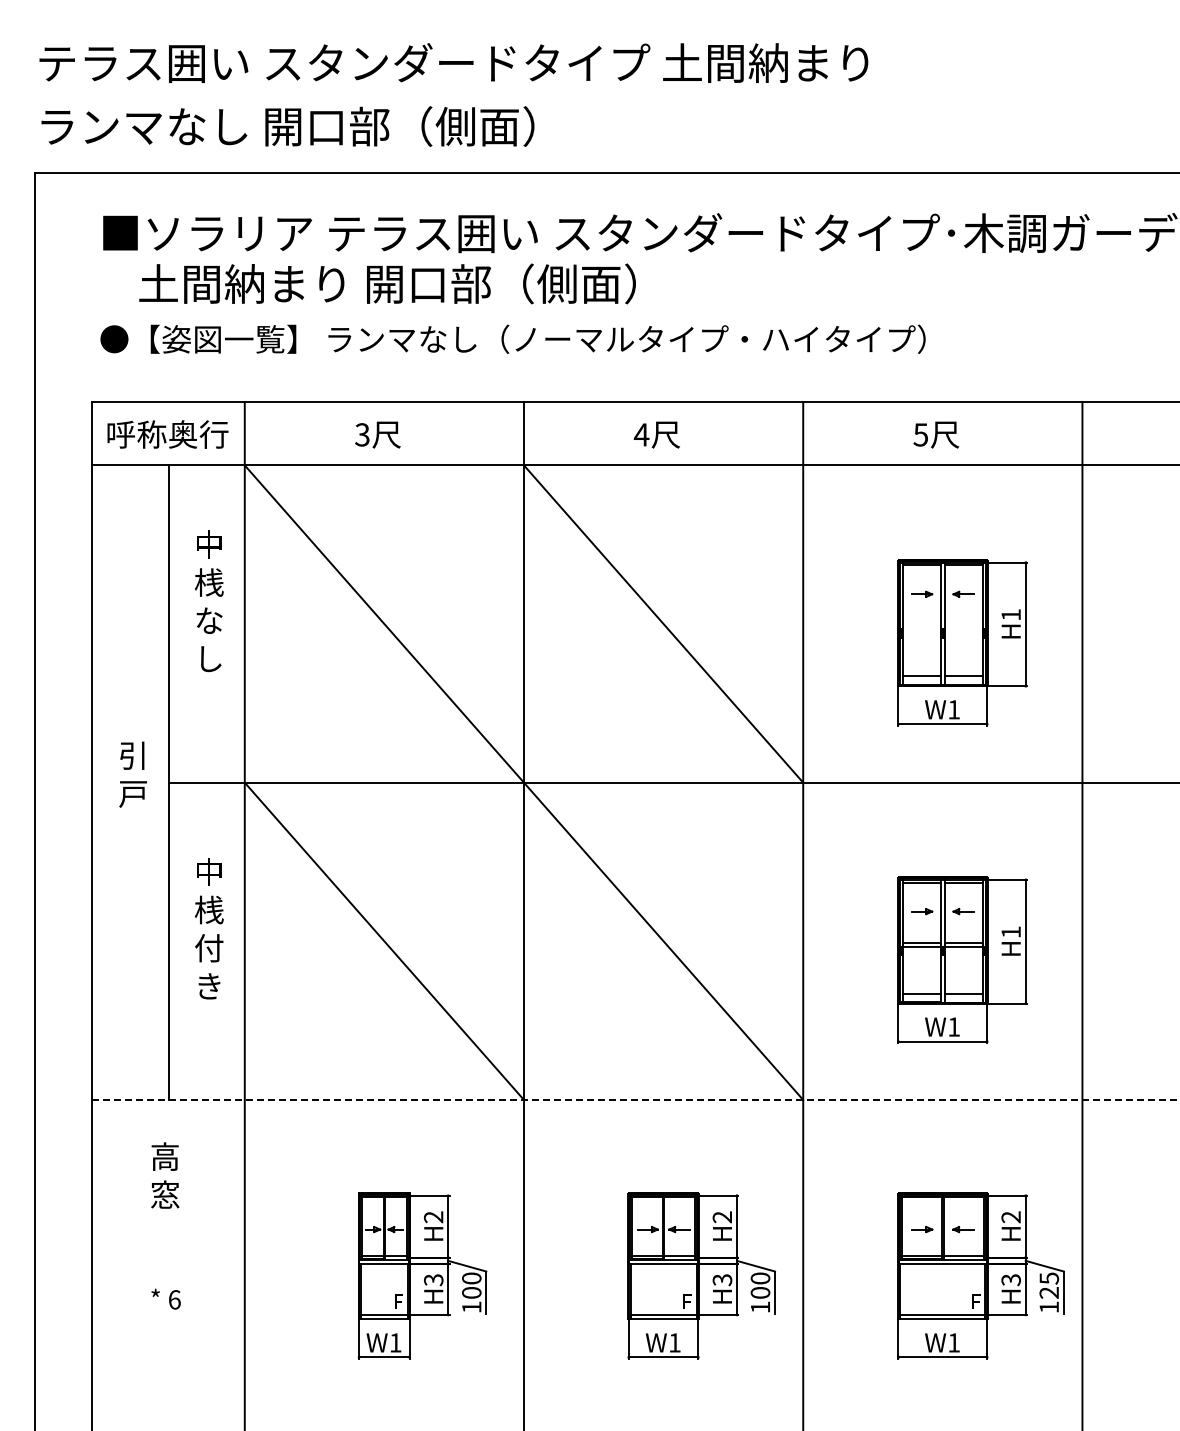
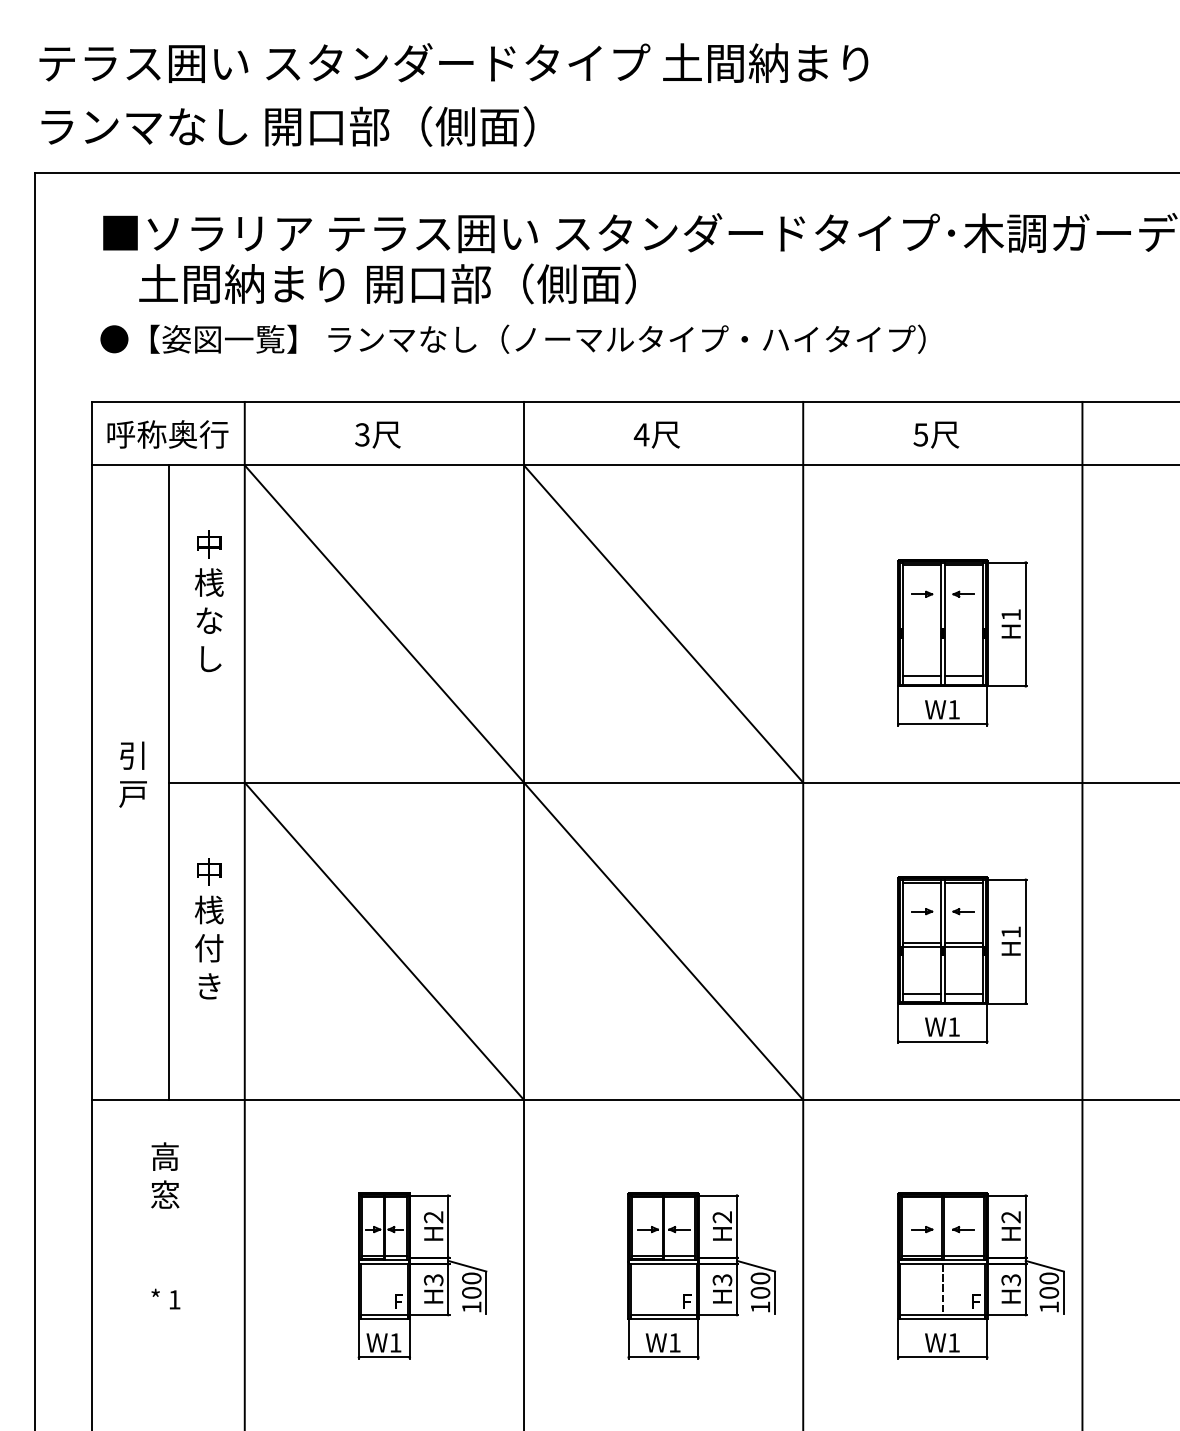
line at (636, 1099): dashed -> solid
text at (1049, 1285): 125 -> 100
line at (942, 1289): none -> present
text at (174, 1299): 6 -> 1
